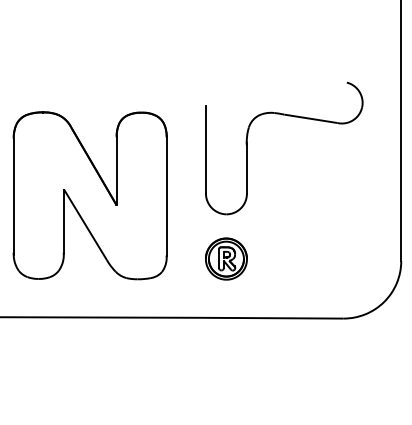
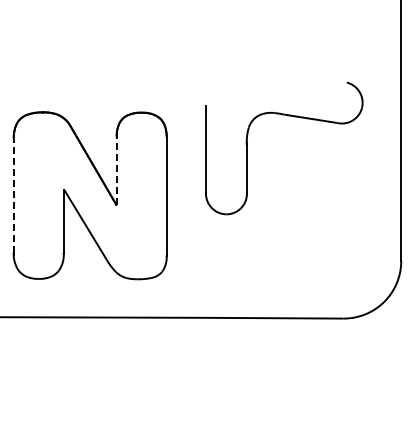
line at (116, 171): solid -> dashed
line at (13, 196): solid -> dashed
part at (226, 258): present -> none
